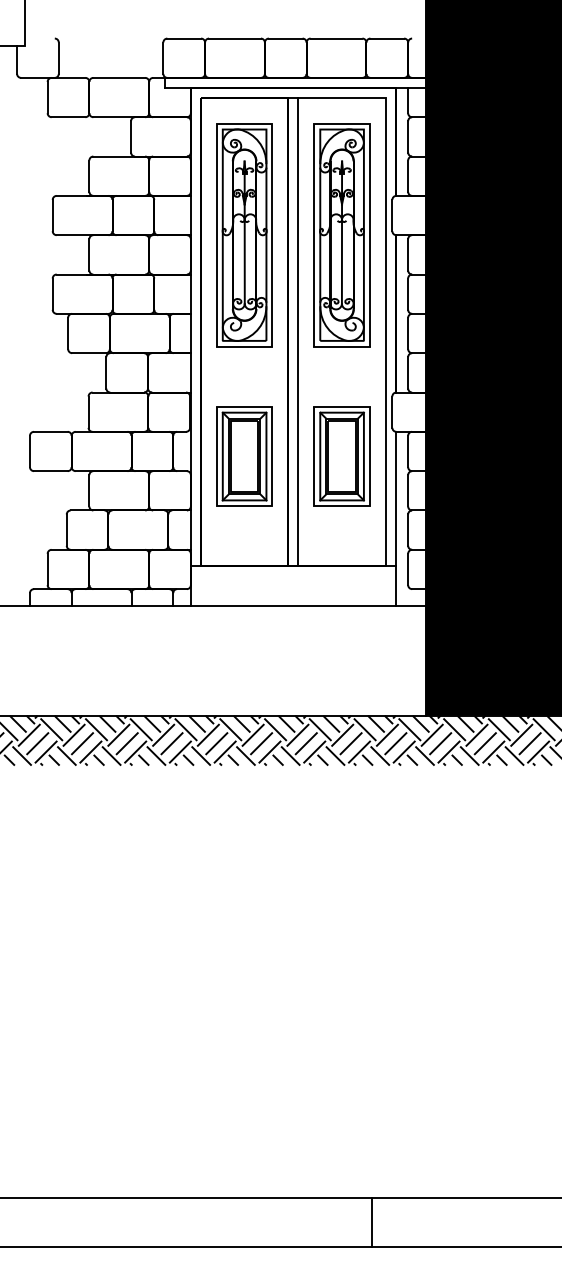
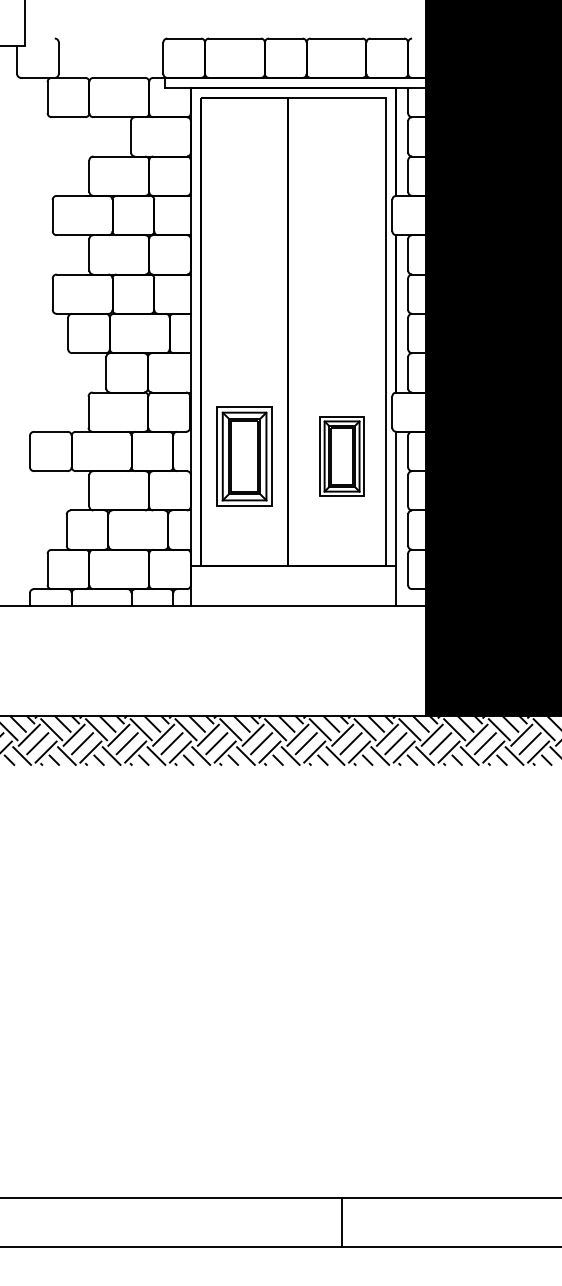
part at (244, 235): present -> none
part at (341, 235): present -> none
line at (298, 331): present -> none
part at (341, 456) size: 58x101 px -> 46x81 px
line at (371, 1222) position: (371, 1222) -> (341, 1222)
